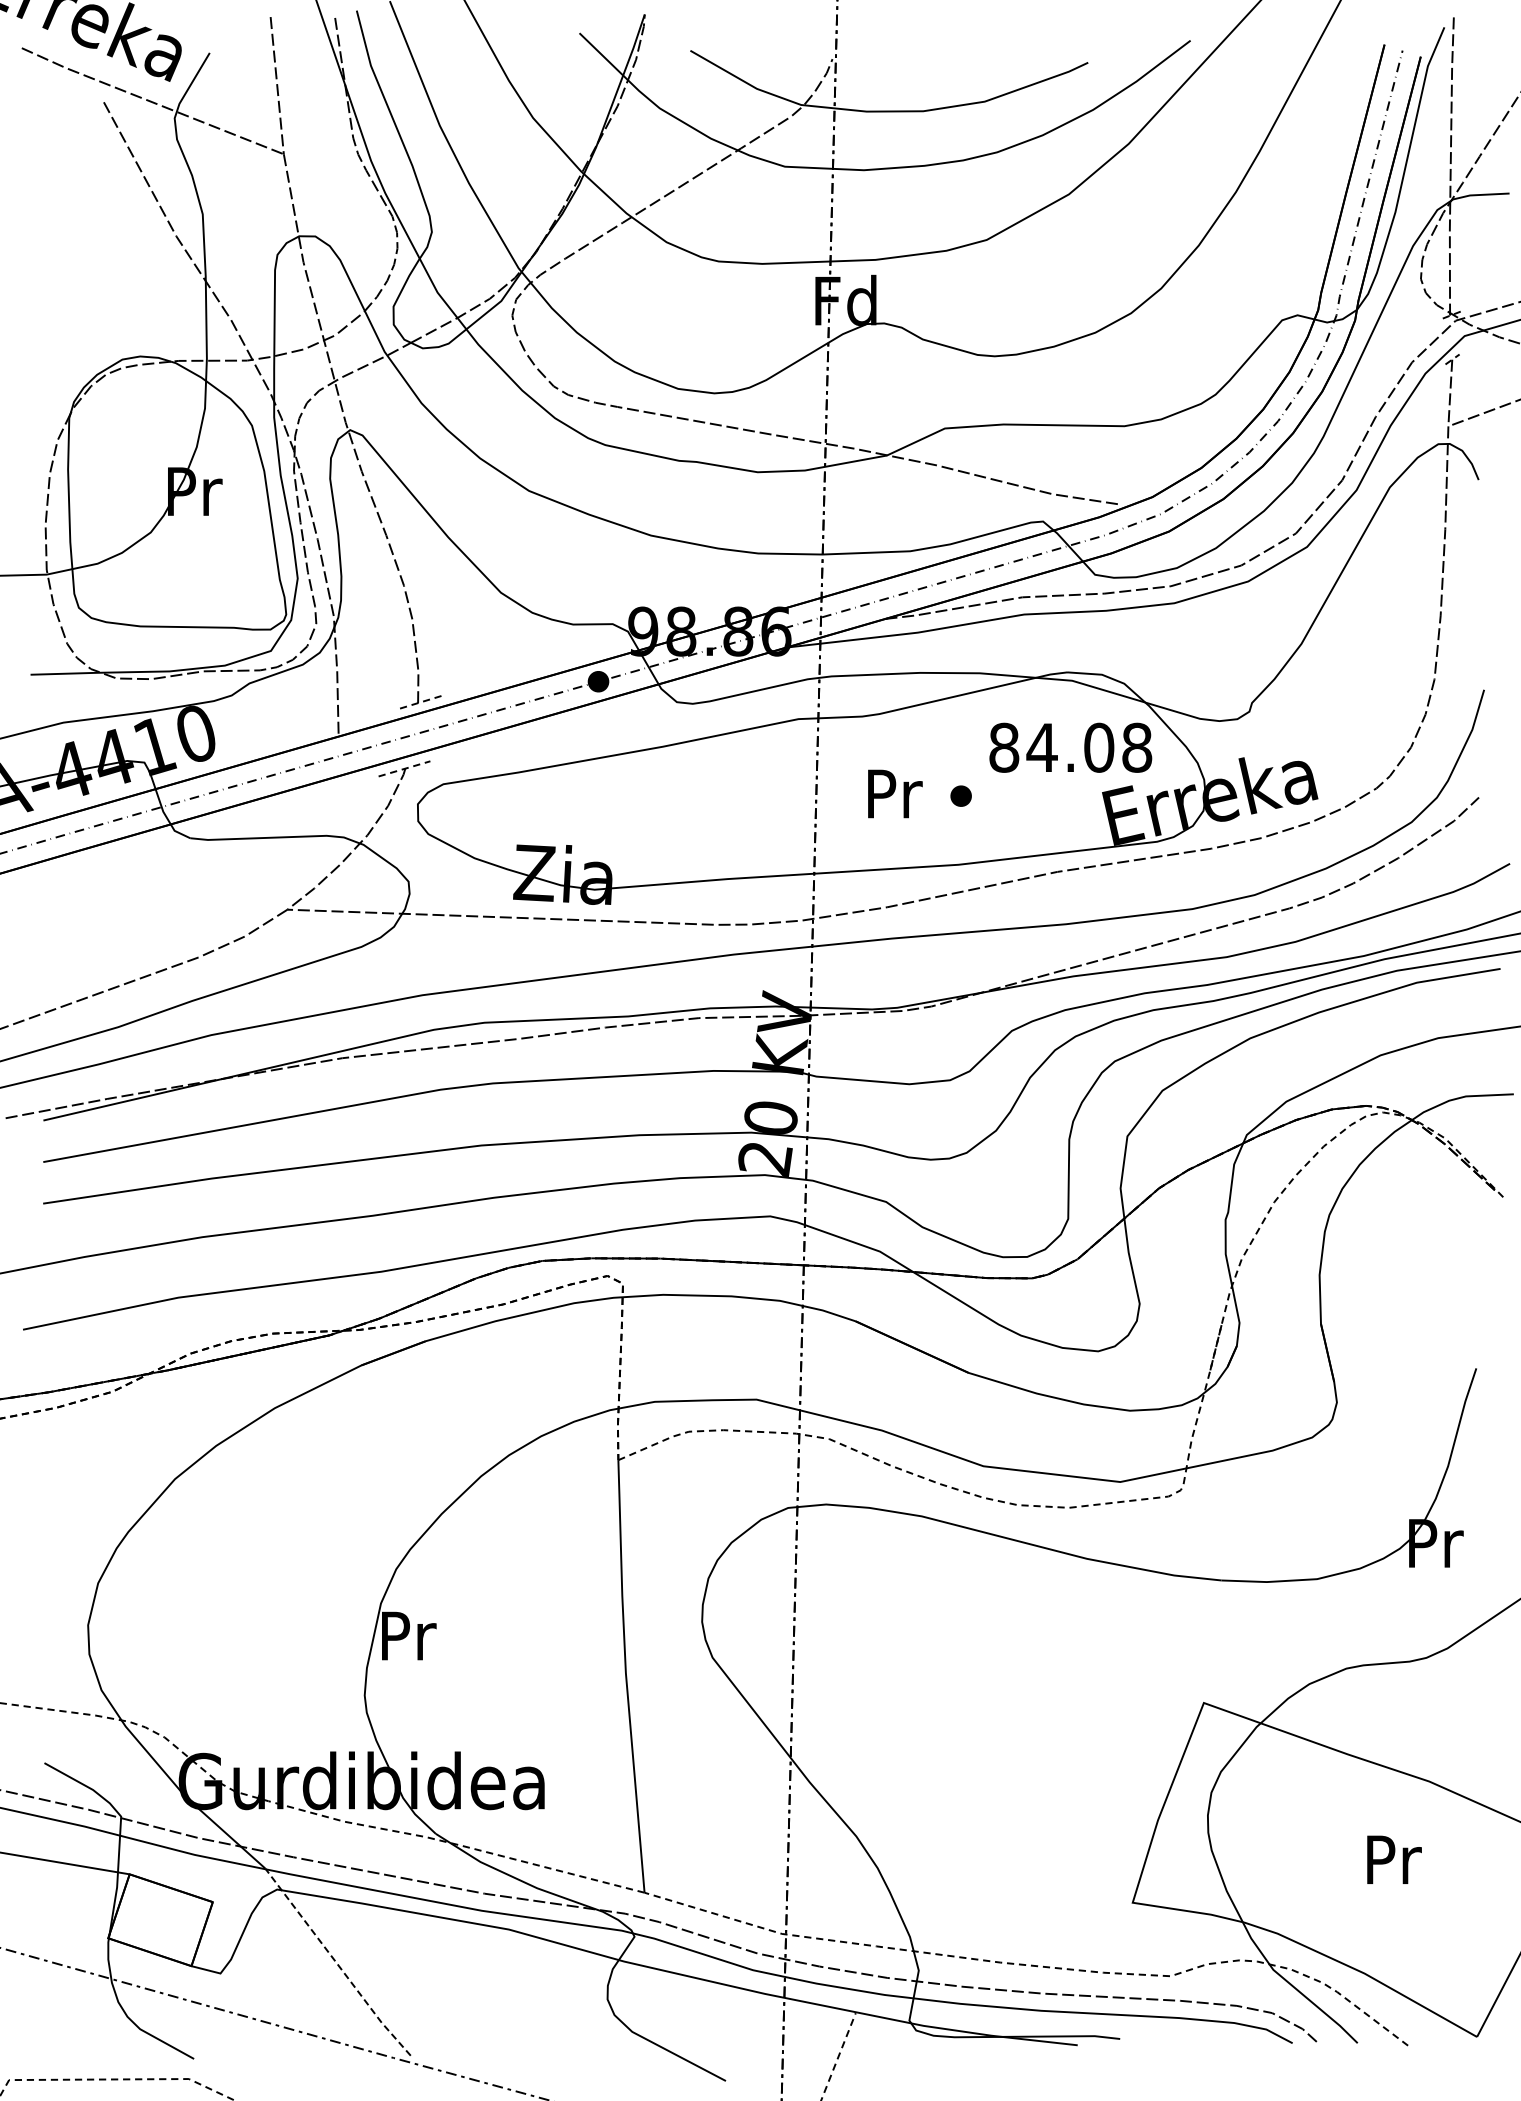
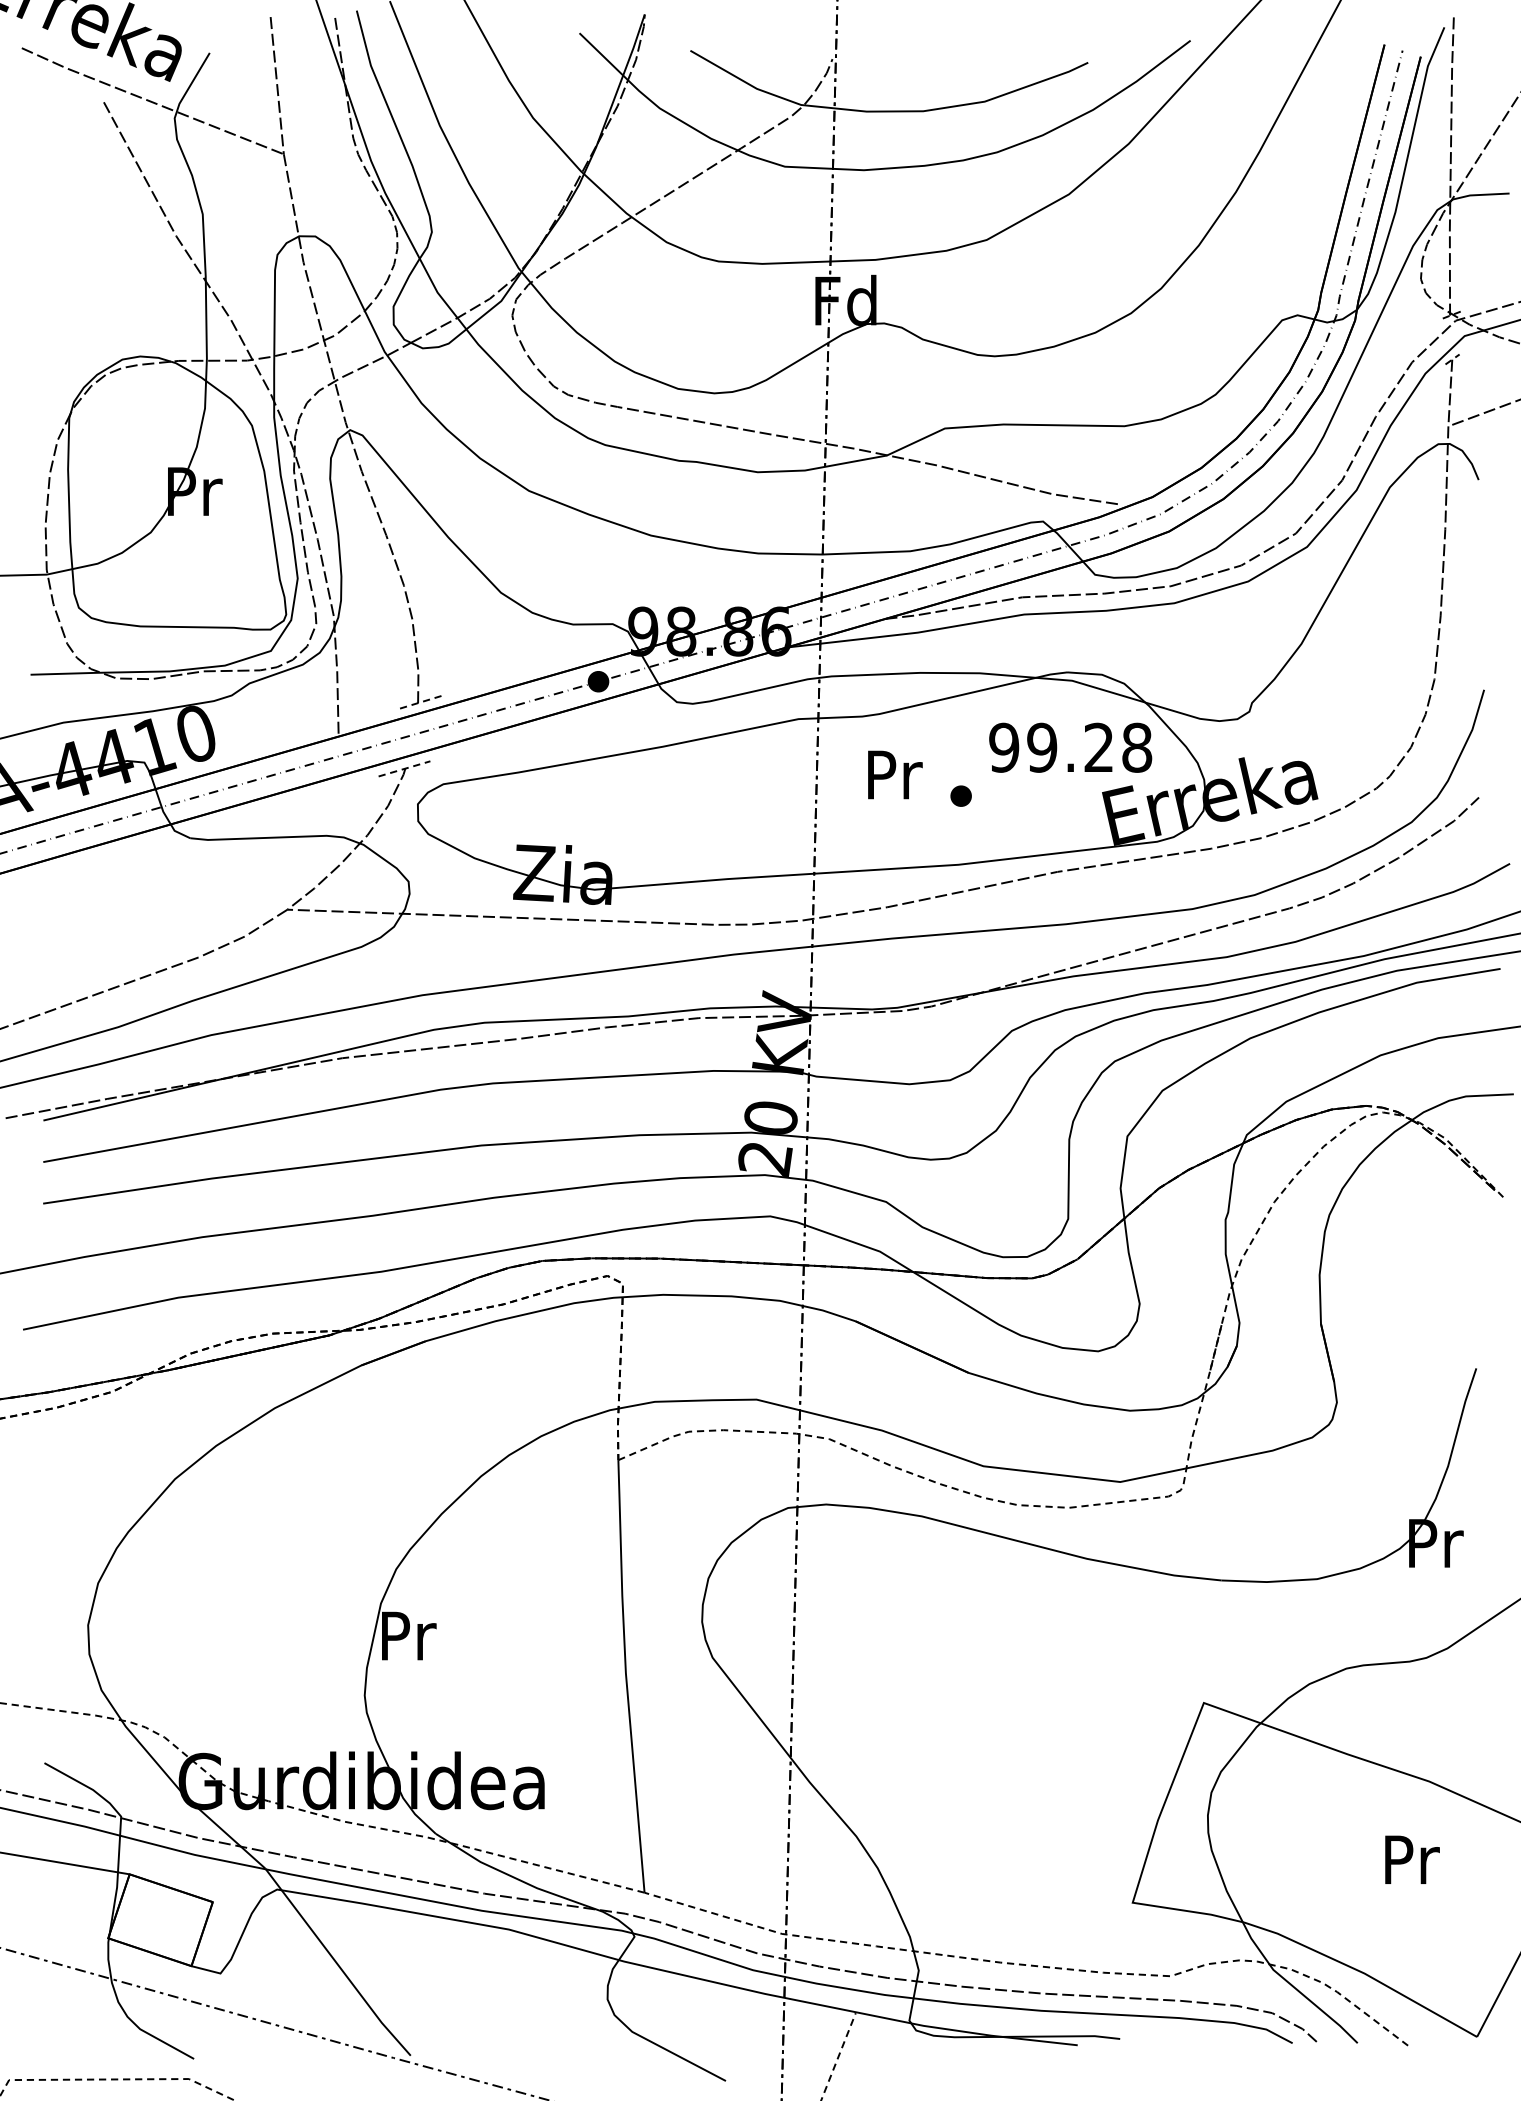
text at (1051, 747): 84.08 -> 99.28
text at (895, 793) position: (895, 793) -> (895, 774)
text at (1394, 1859) position: (1394, 1859) -> (1412, 1859)
line at (336, 1963): dashed -> solid
